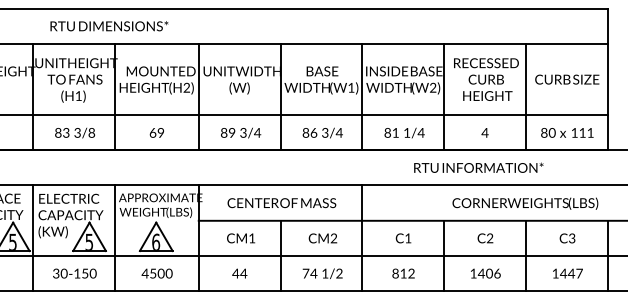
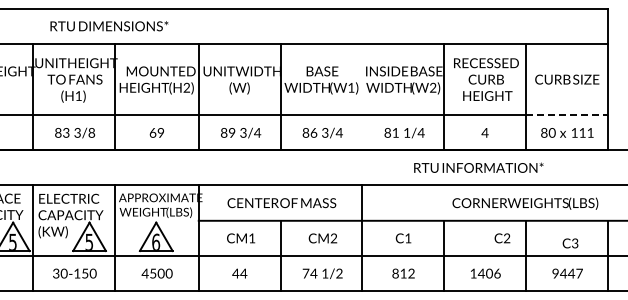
line at (362, 96): present -> none
line at (567, 115): solid -> dashed
text at (485, 238) position: (485, 238) -> (502, 238)
text at (567, 238) position: (567, 238) -> (570, 243)
text at (555, 273): 1447 -> 9447
